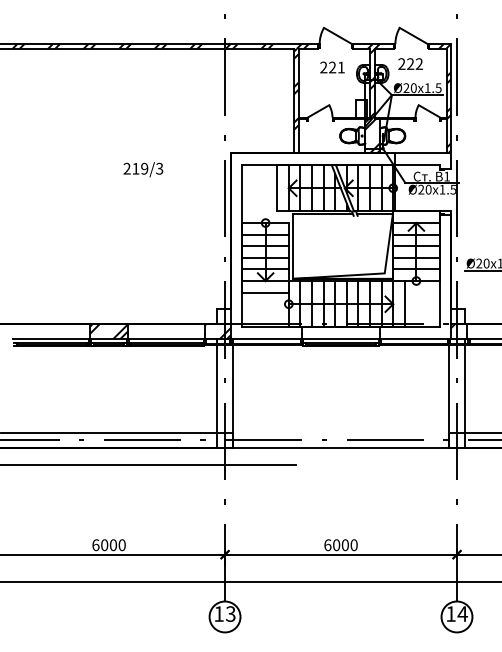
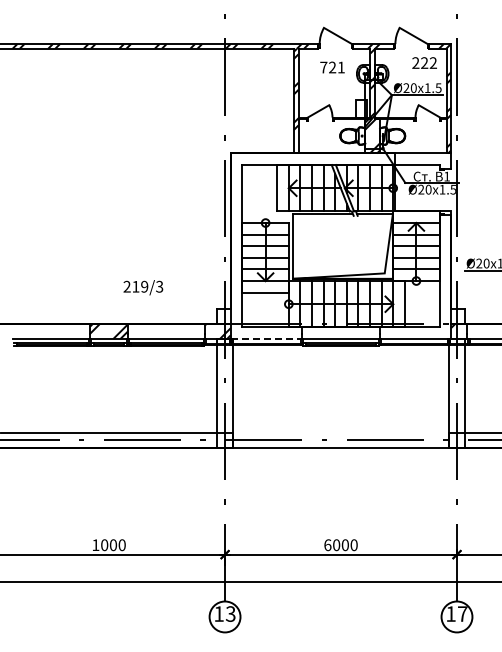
text at (410, 63) position: (410, 63) -> (424, 62)
text at (323, 67): 221 -> 721
text at (143, 169) position: (143, 169) -> (143, 287)
line at (266, 339): solid -> dashed
line at (148, 464): present -> none
text at (95, 545): 6000 -> 1000
text at (462, 613): 14 -> 17
